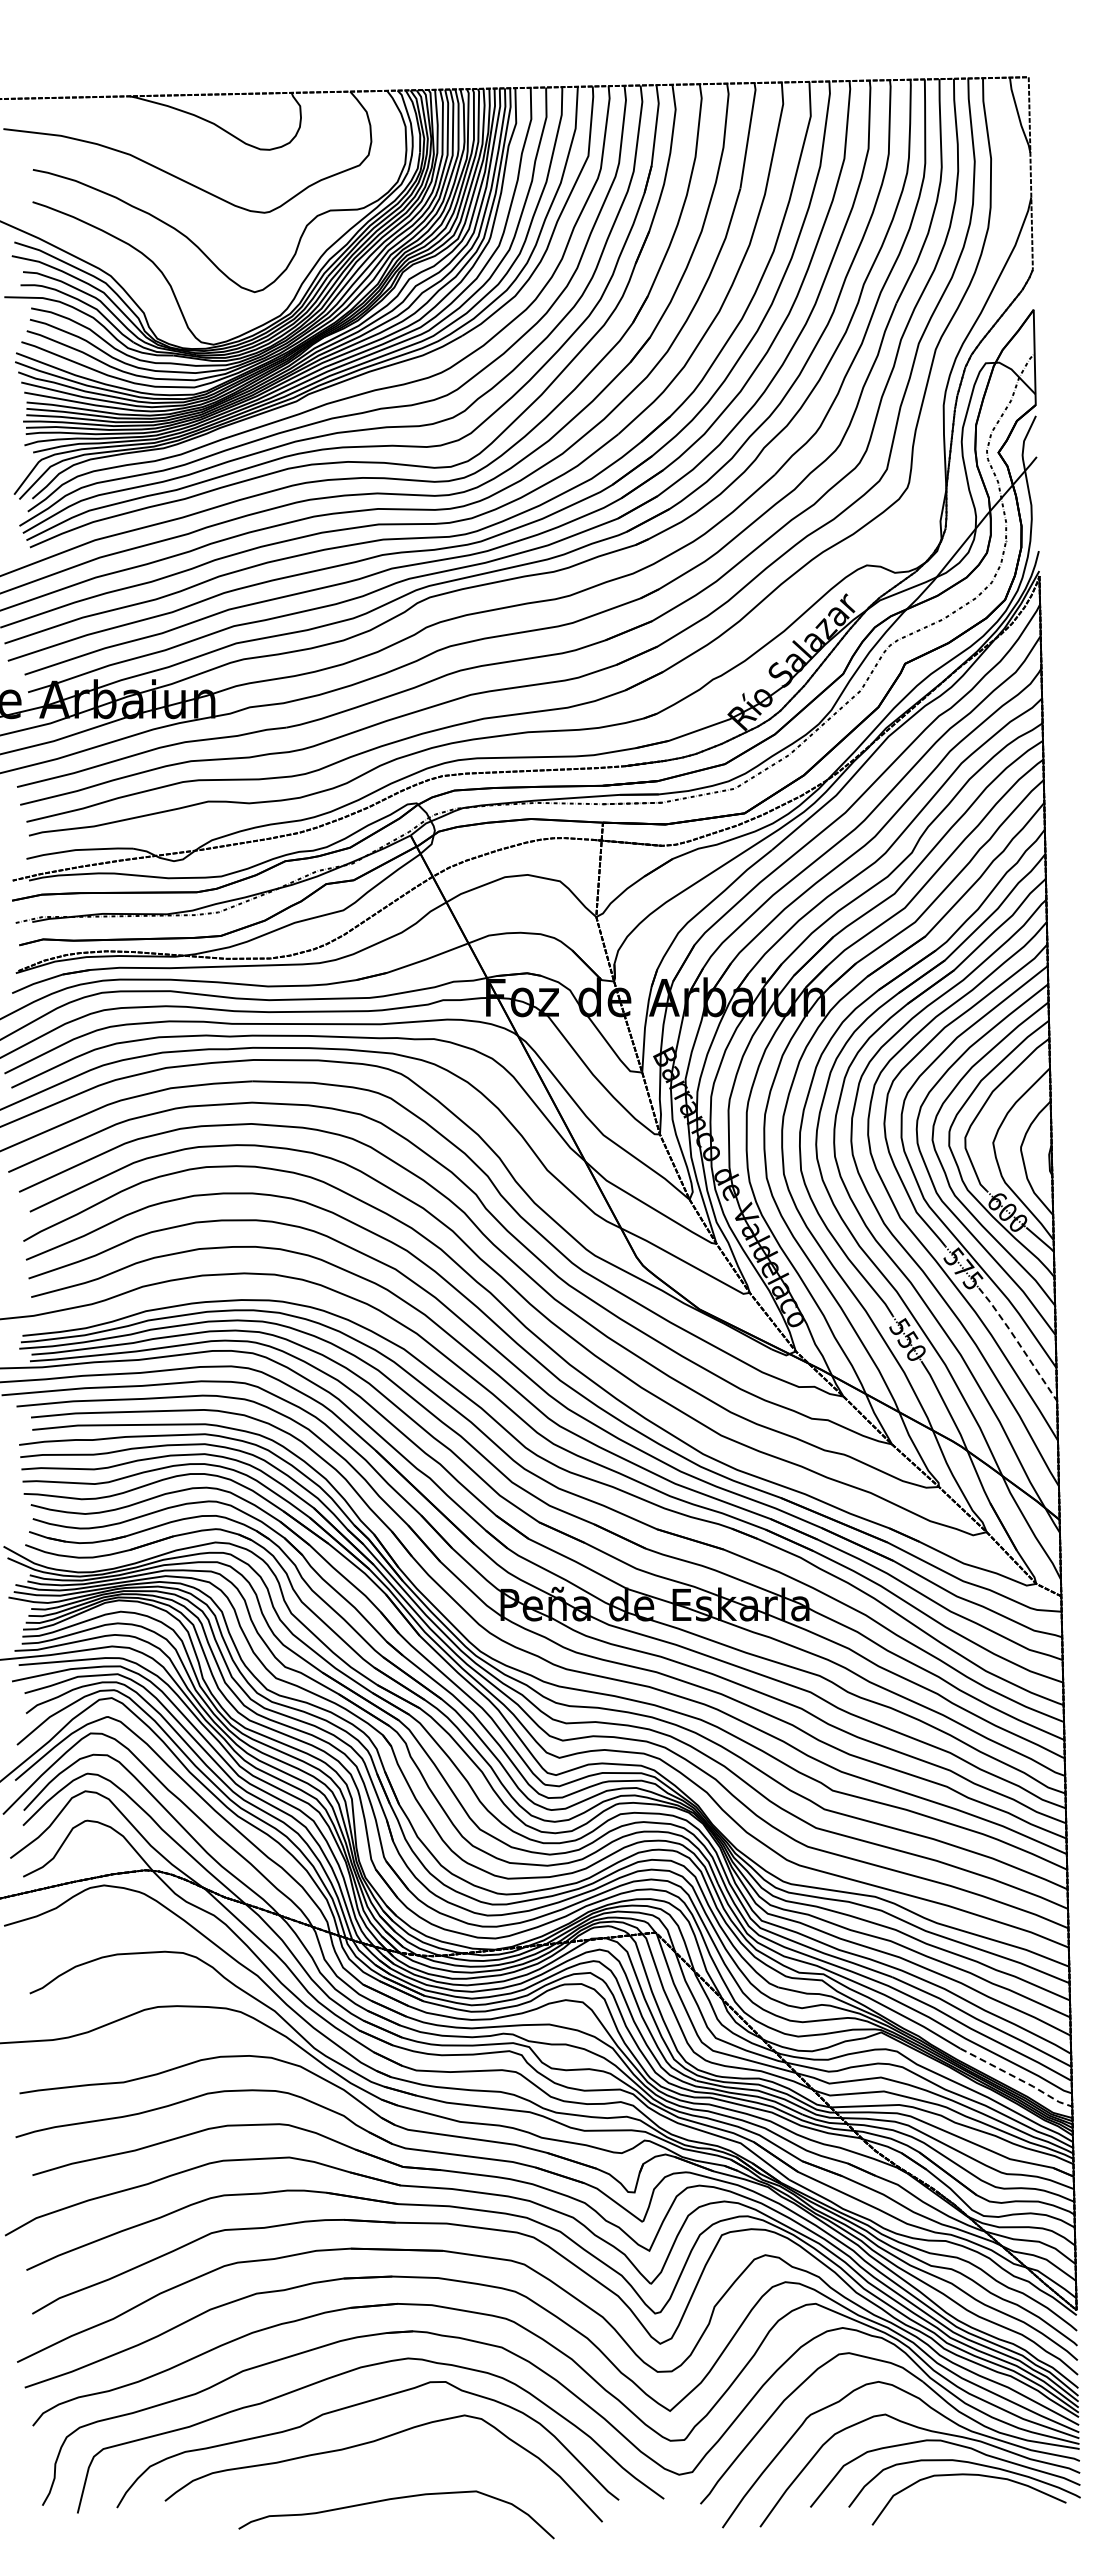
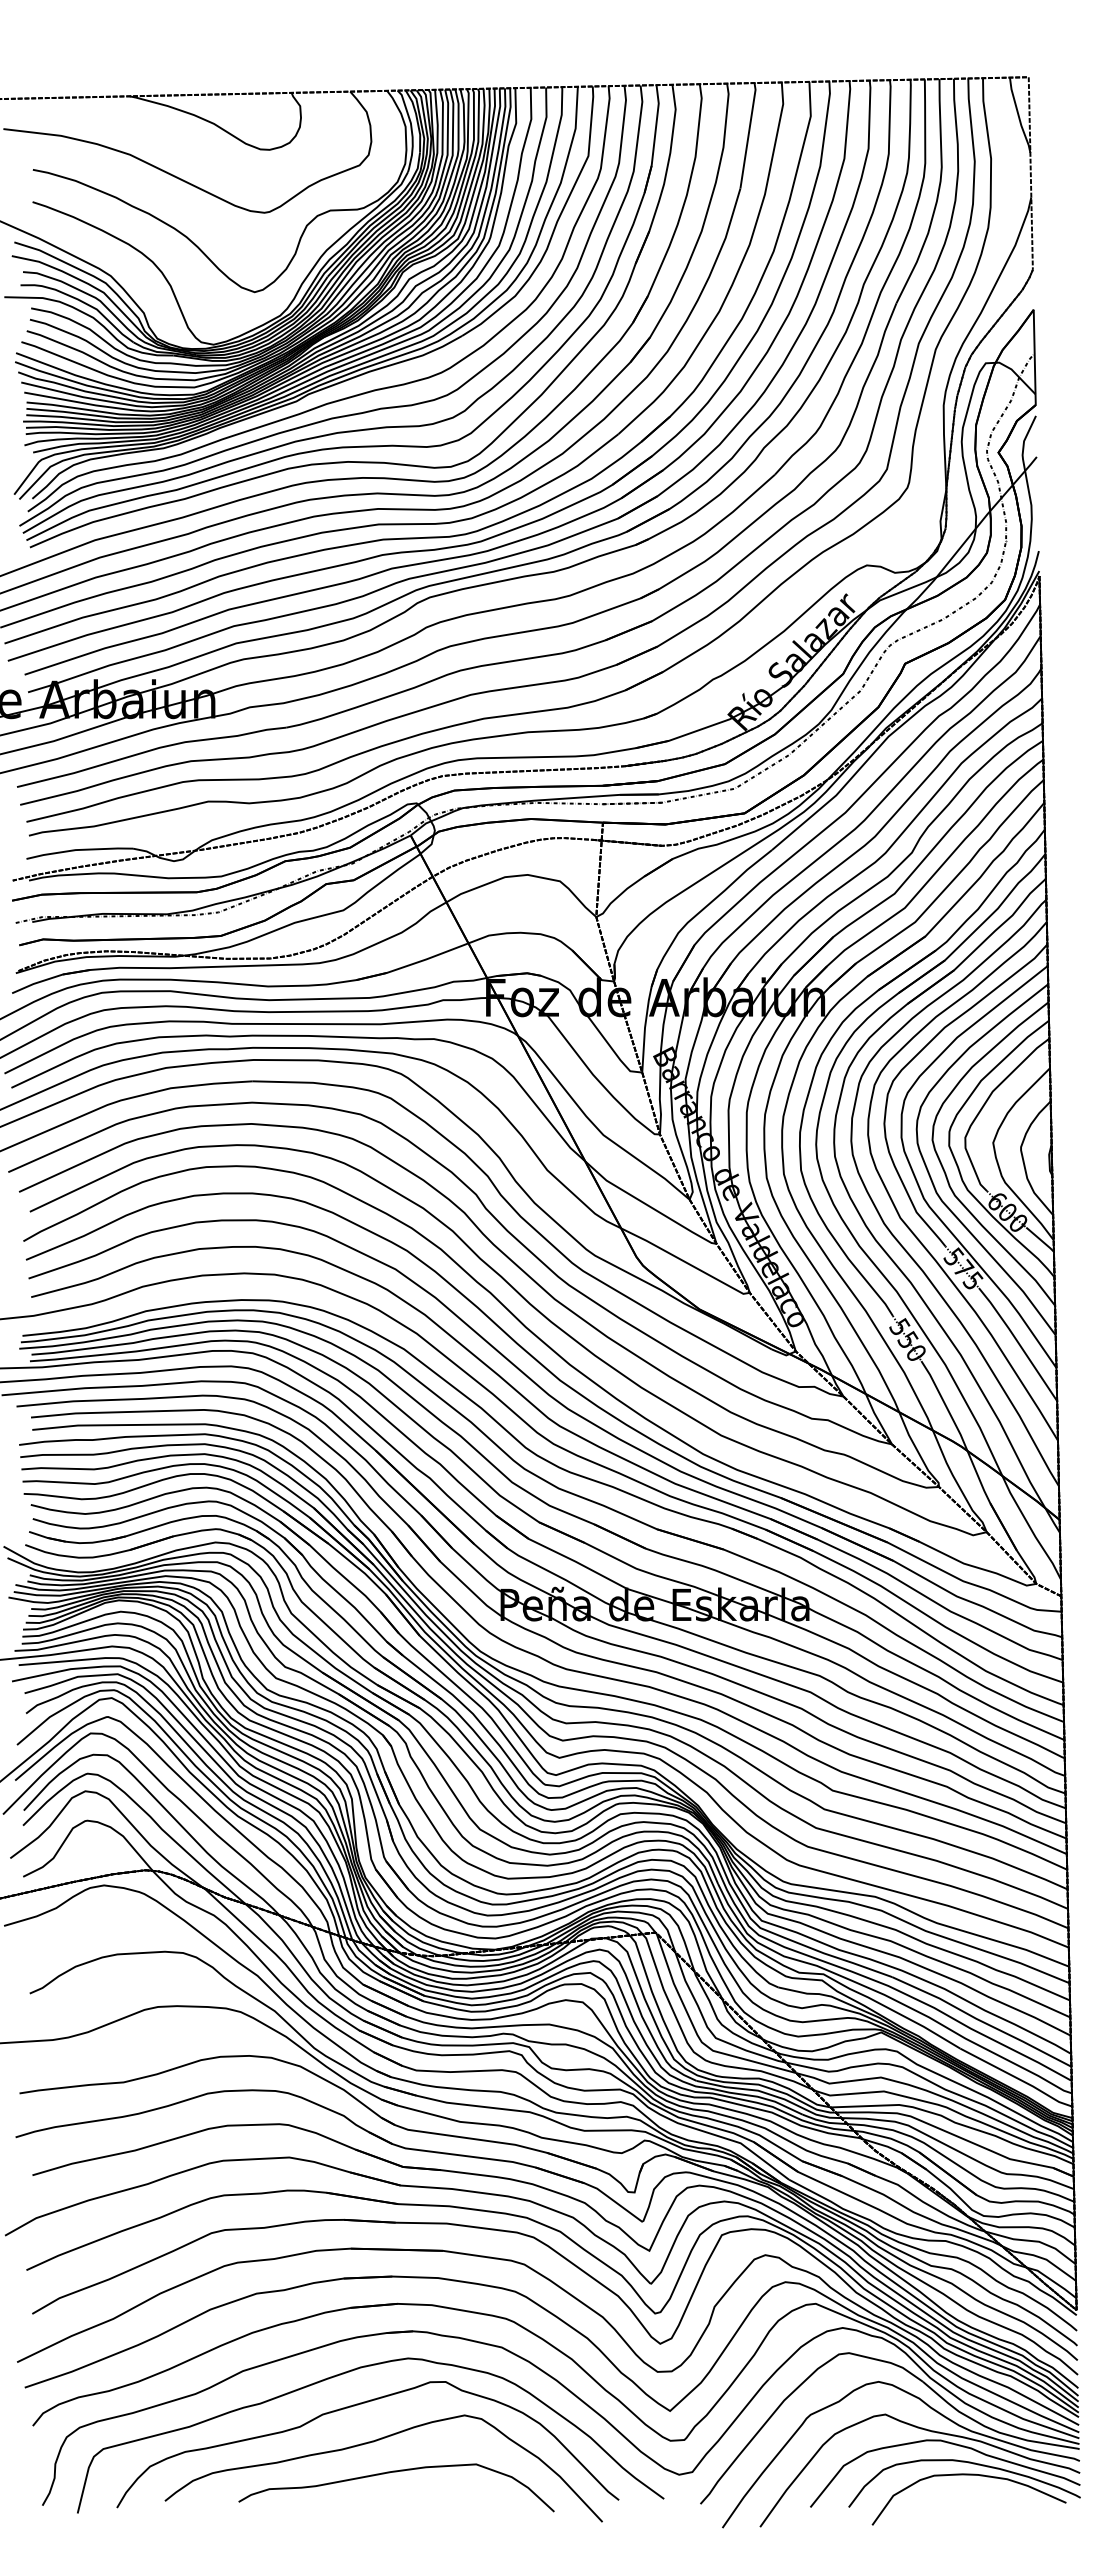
line at (1018, 1343): dashed -> solid
line at (1017, 2078): dashed -> solid
curve at (396, 2499) position: (396, 2499) -> (396, 2472)
